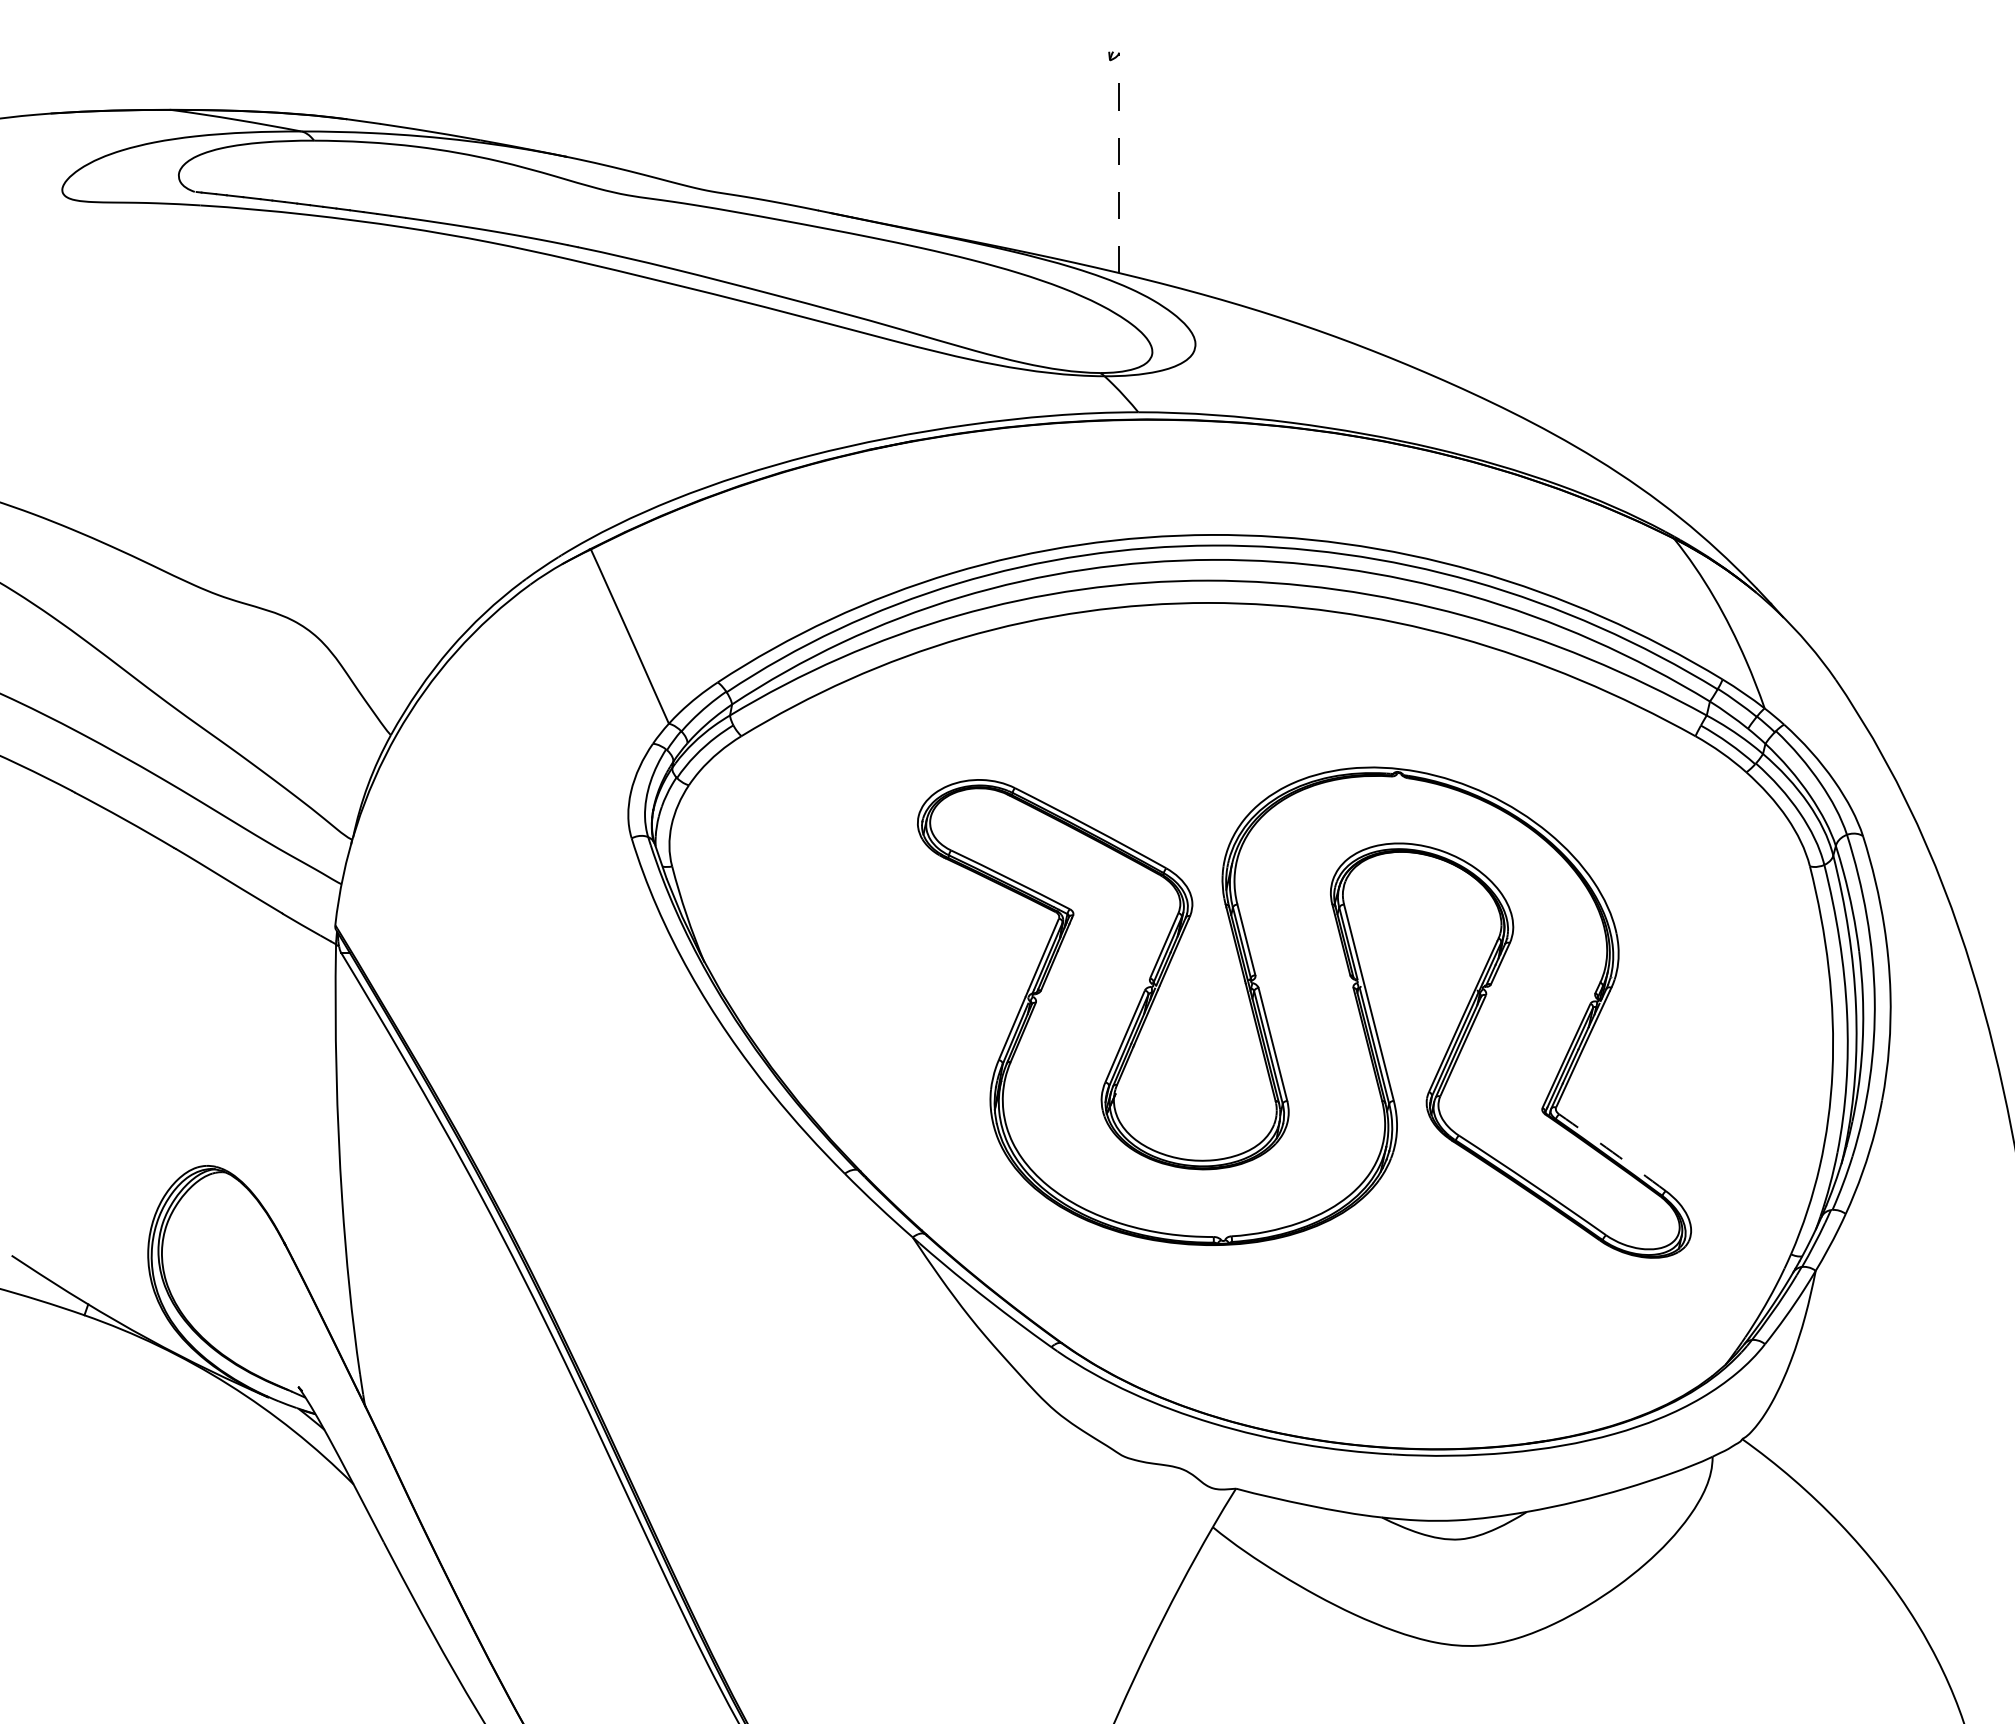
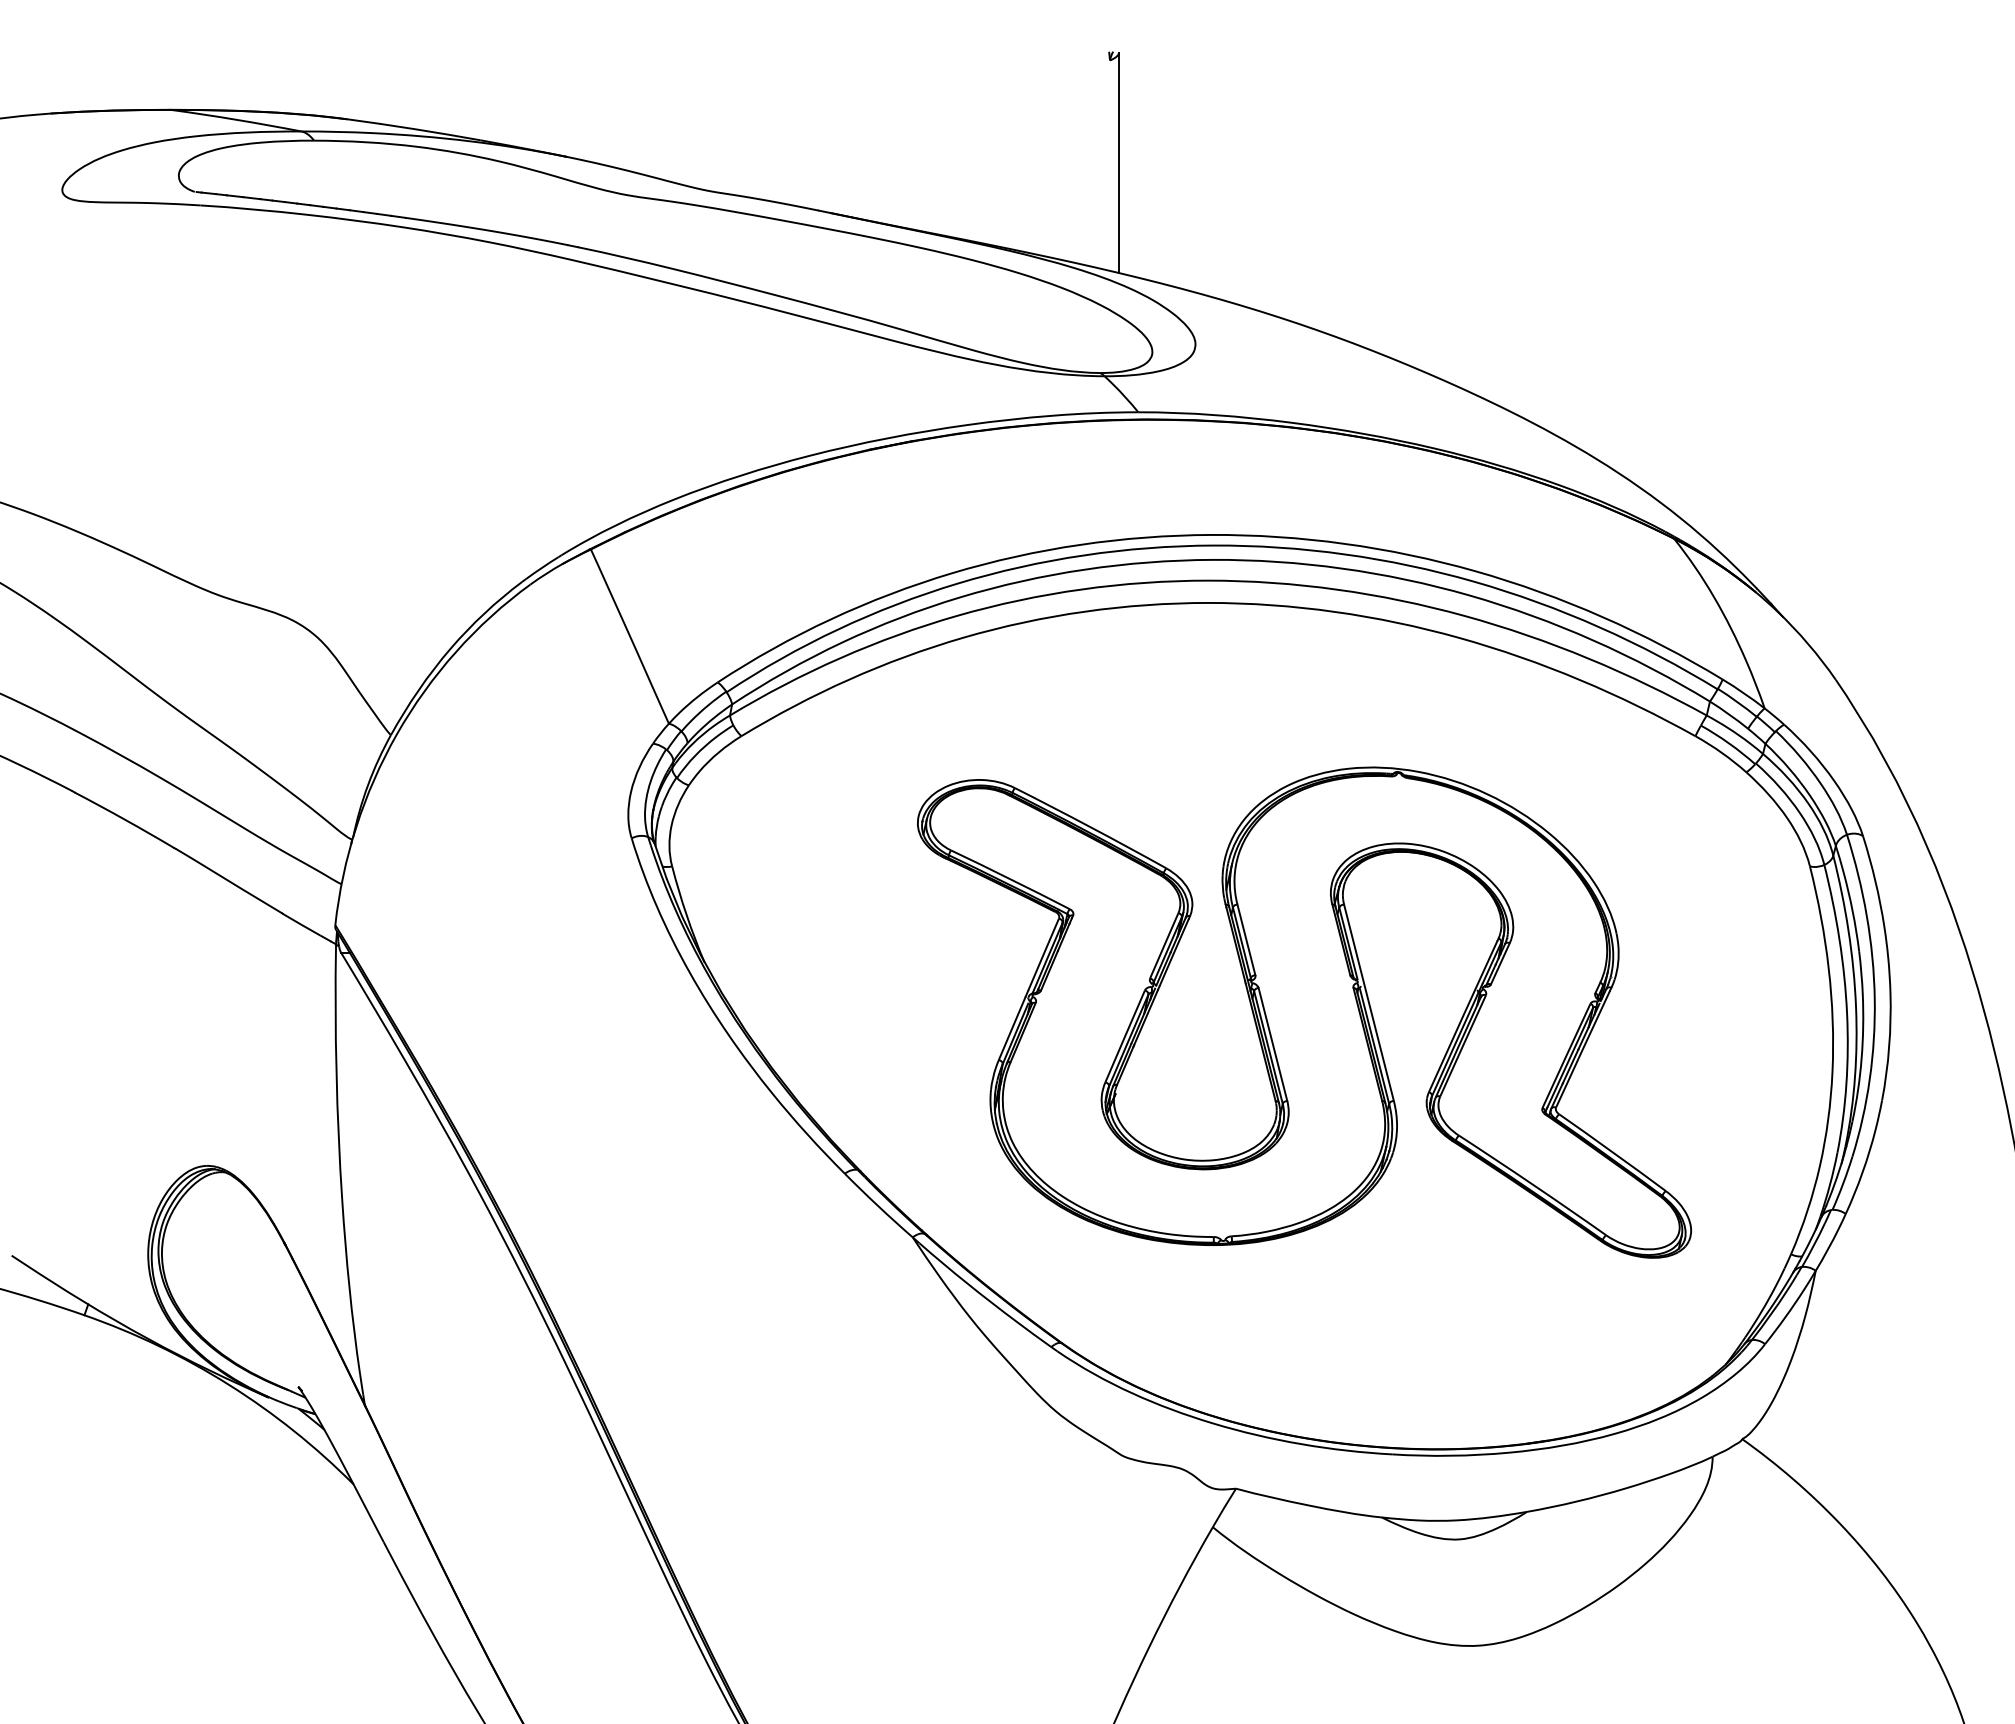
line at (1119, 162): dashed -> solid
arc at (1612, 1152): dashed -> solid
